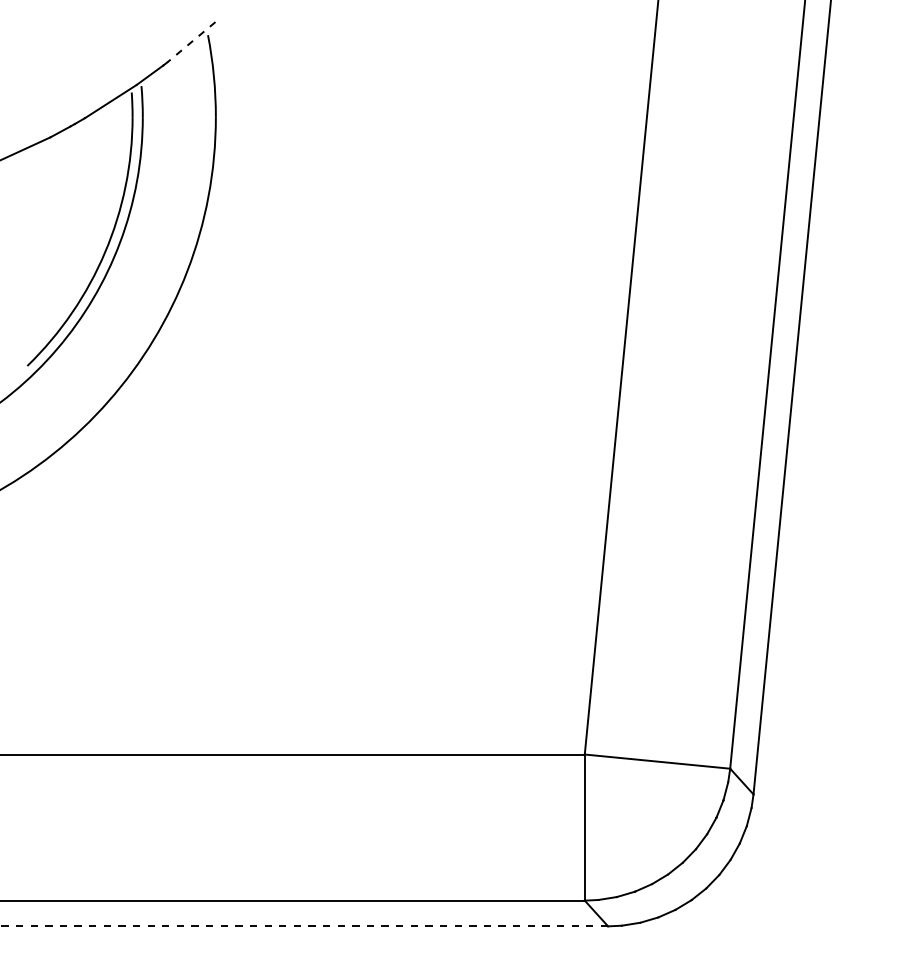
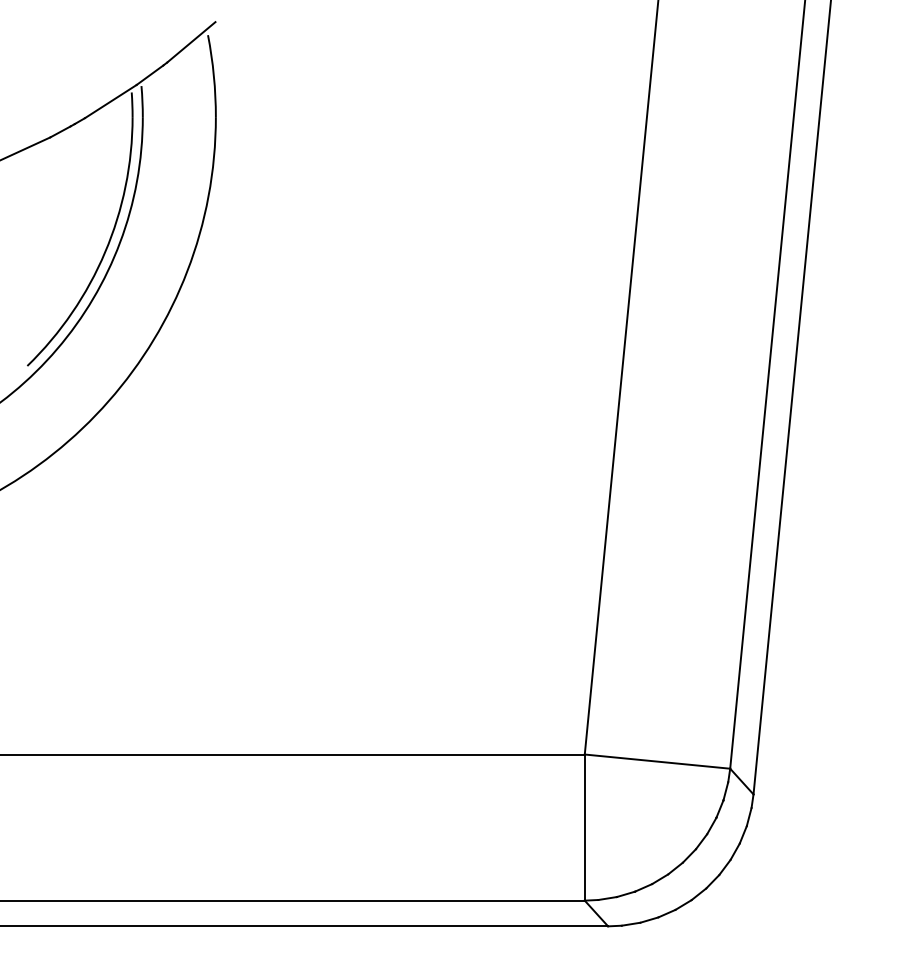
line at (190, 42): dashed -> solid
line at (304, 926): dashed -> solid
